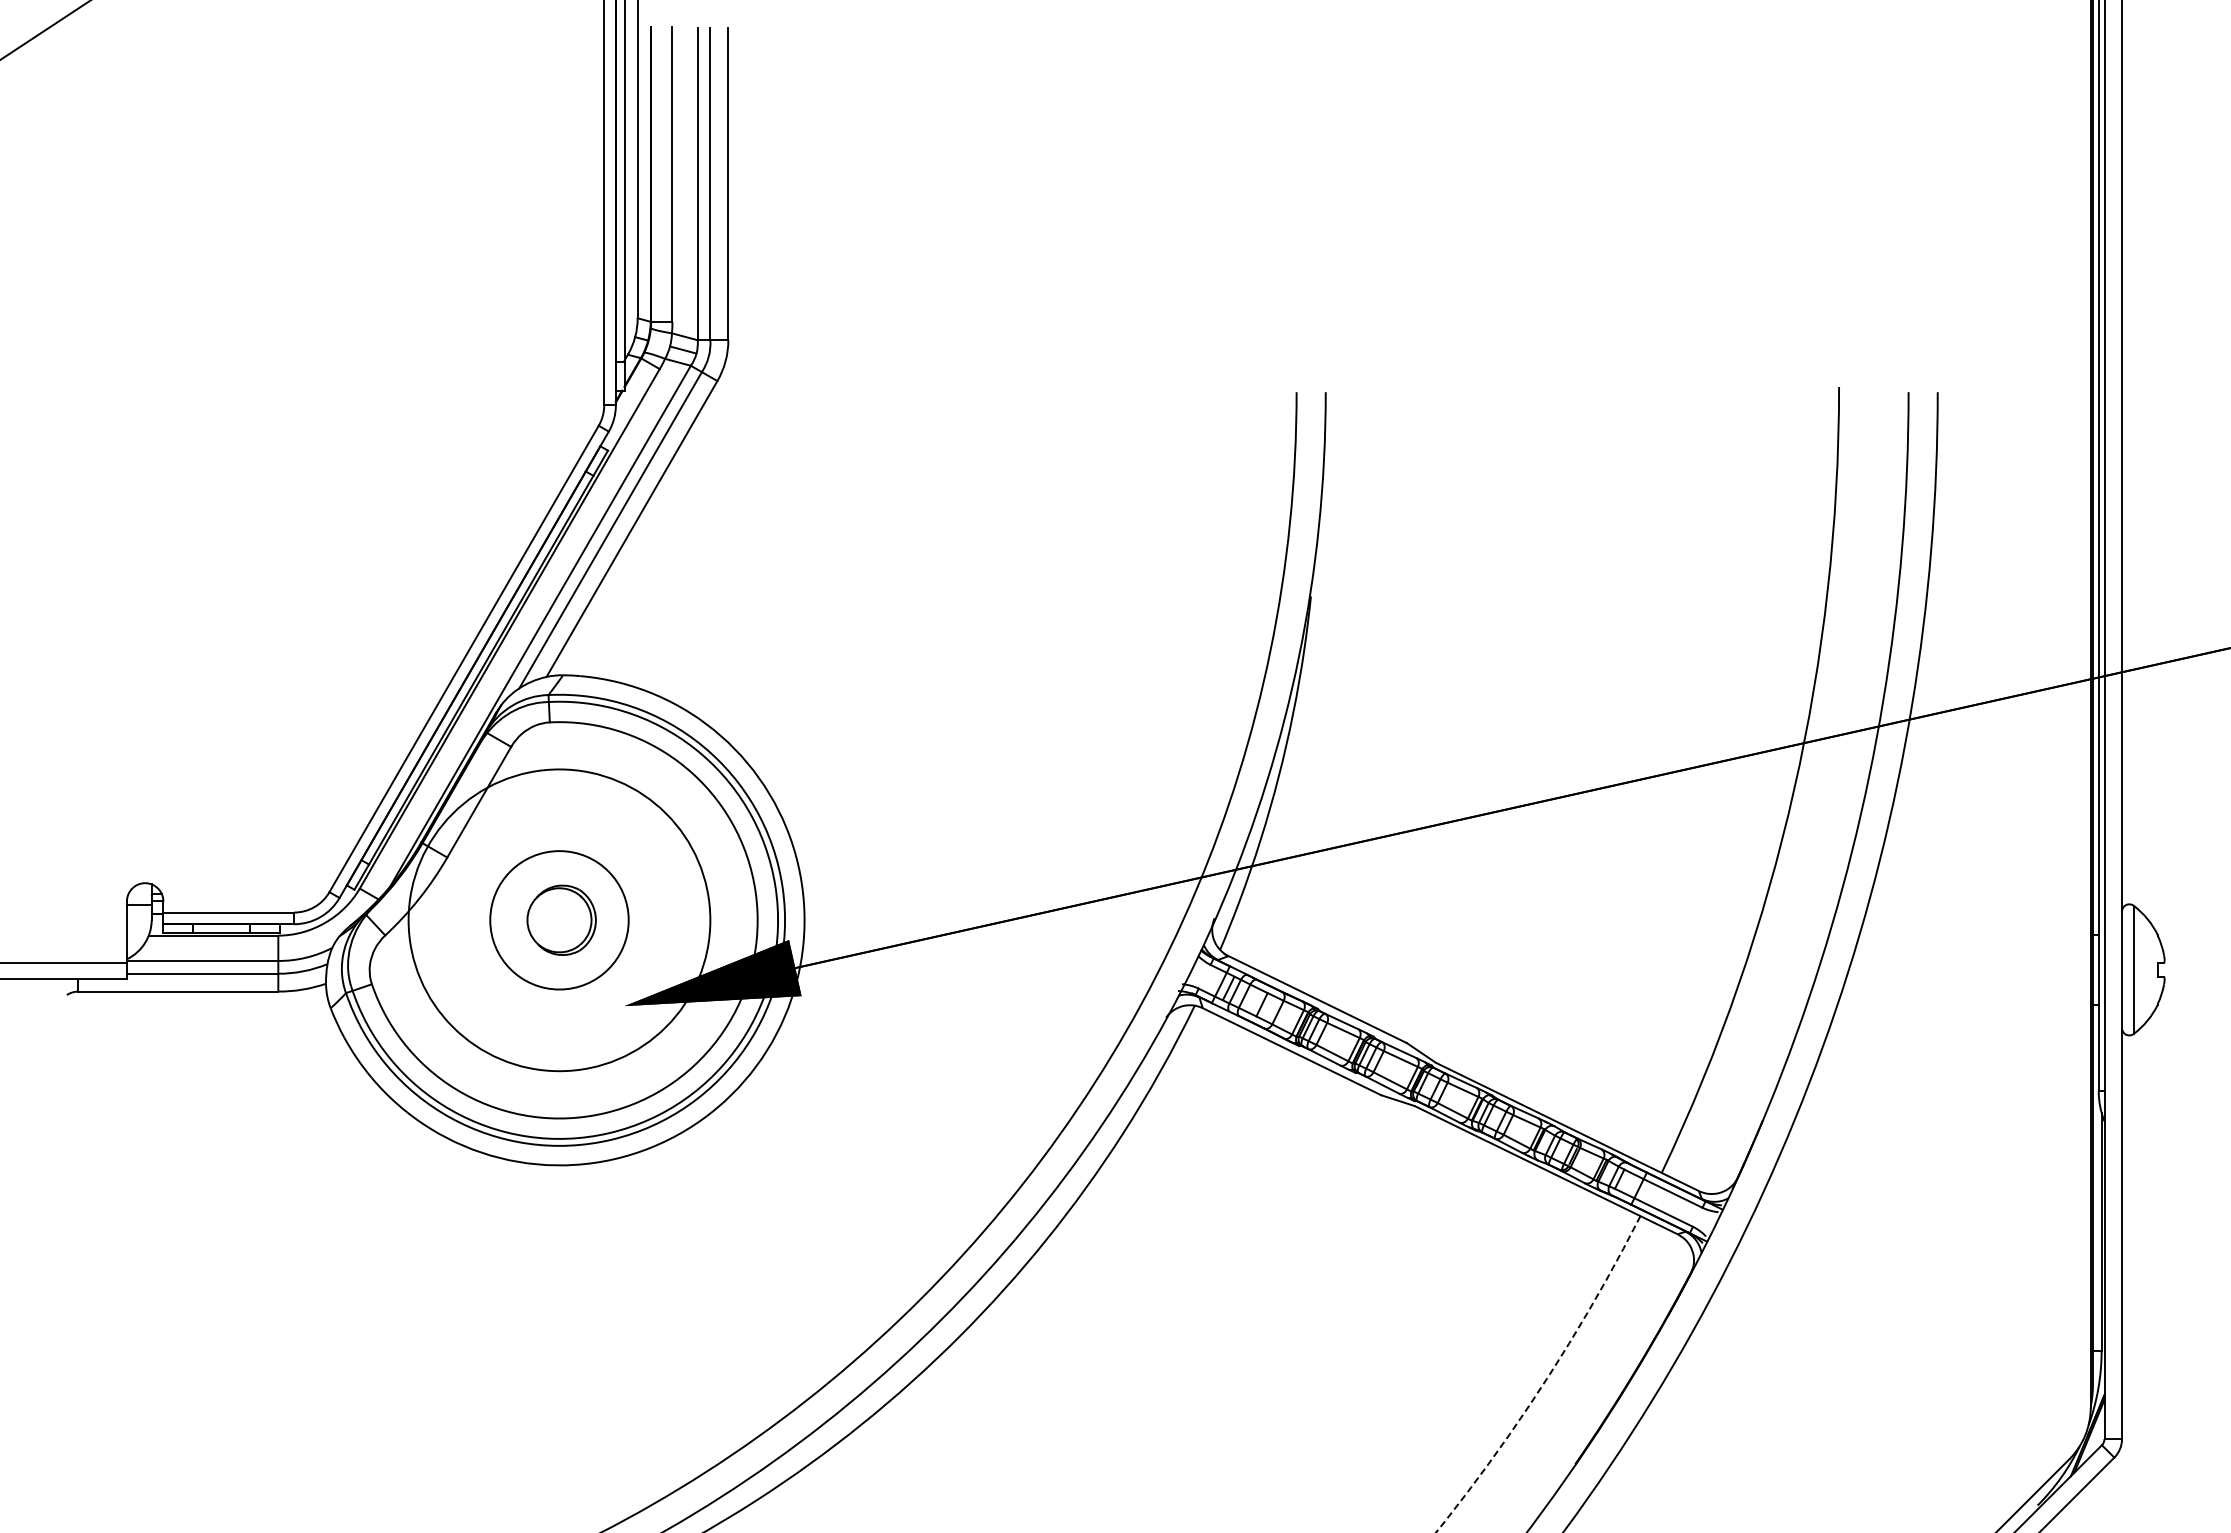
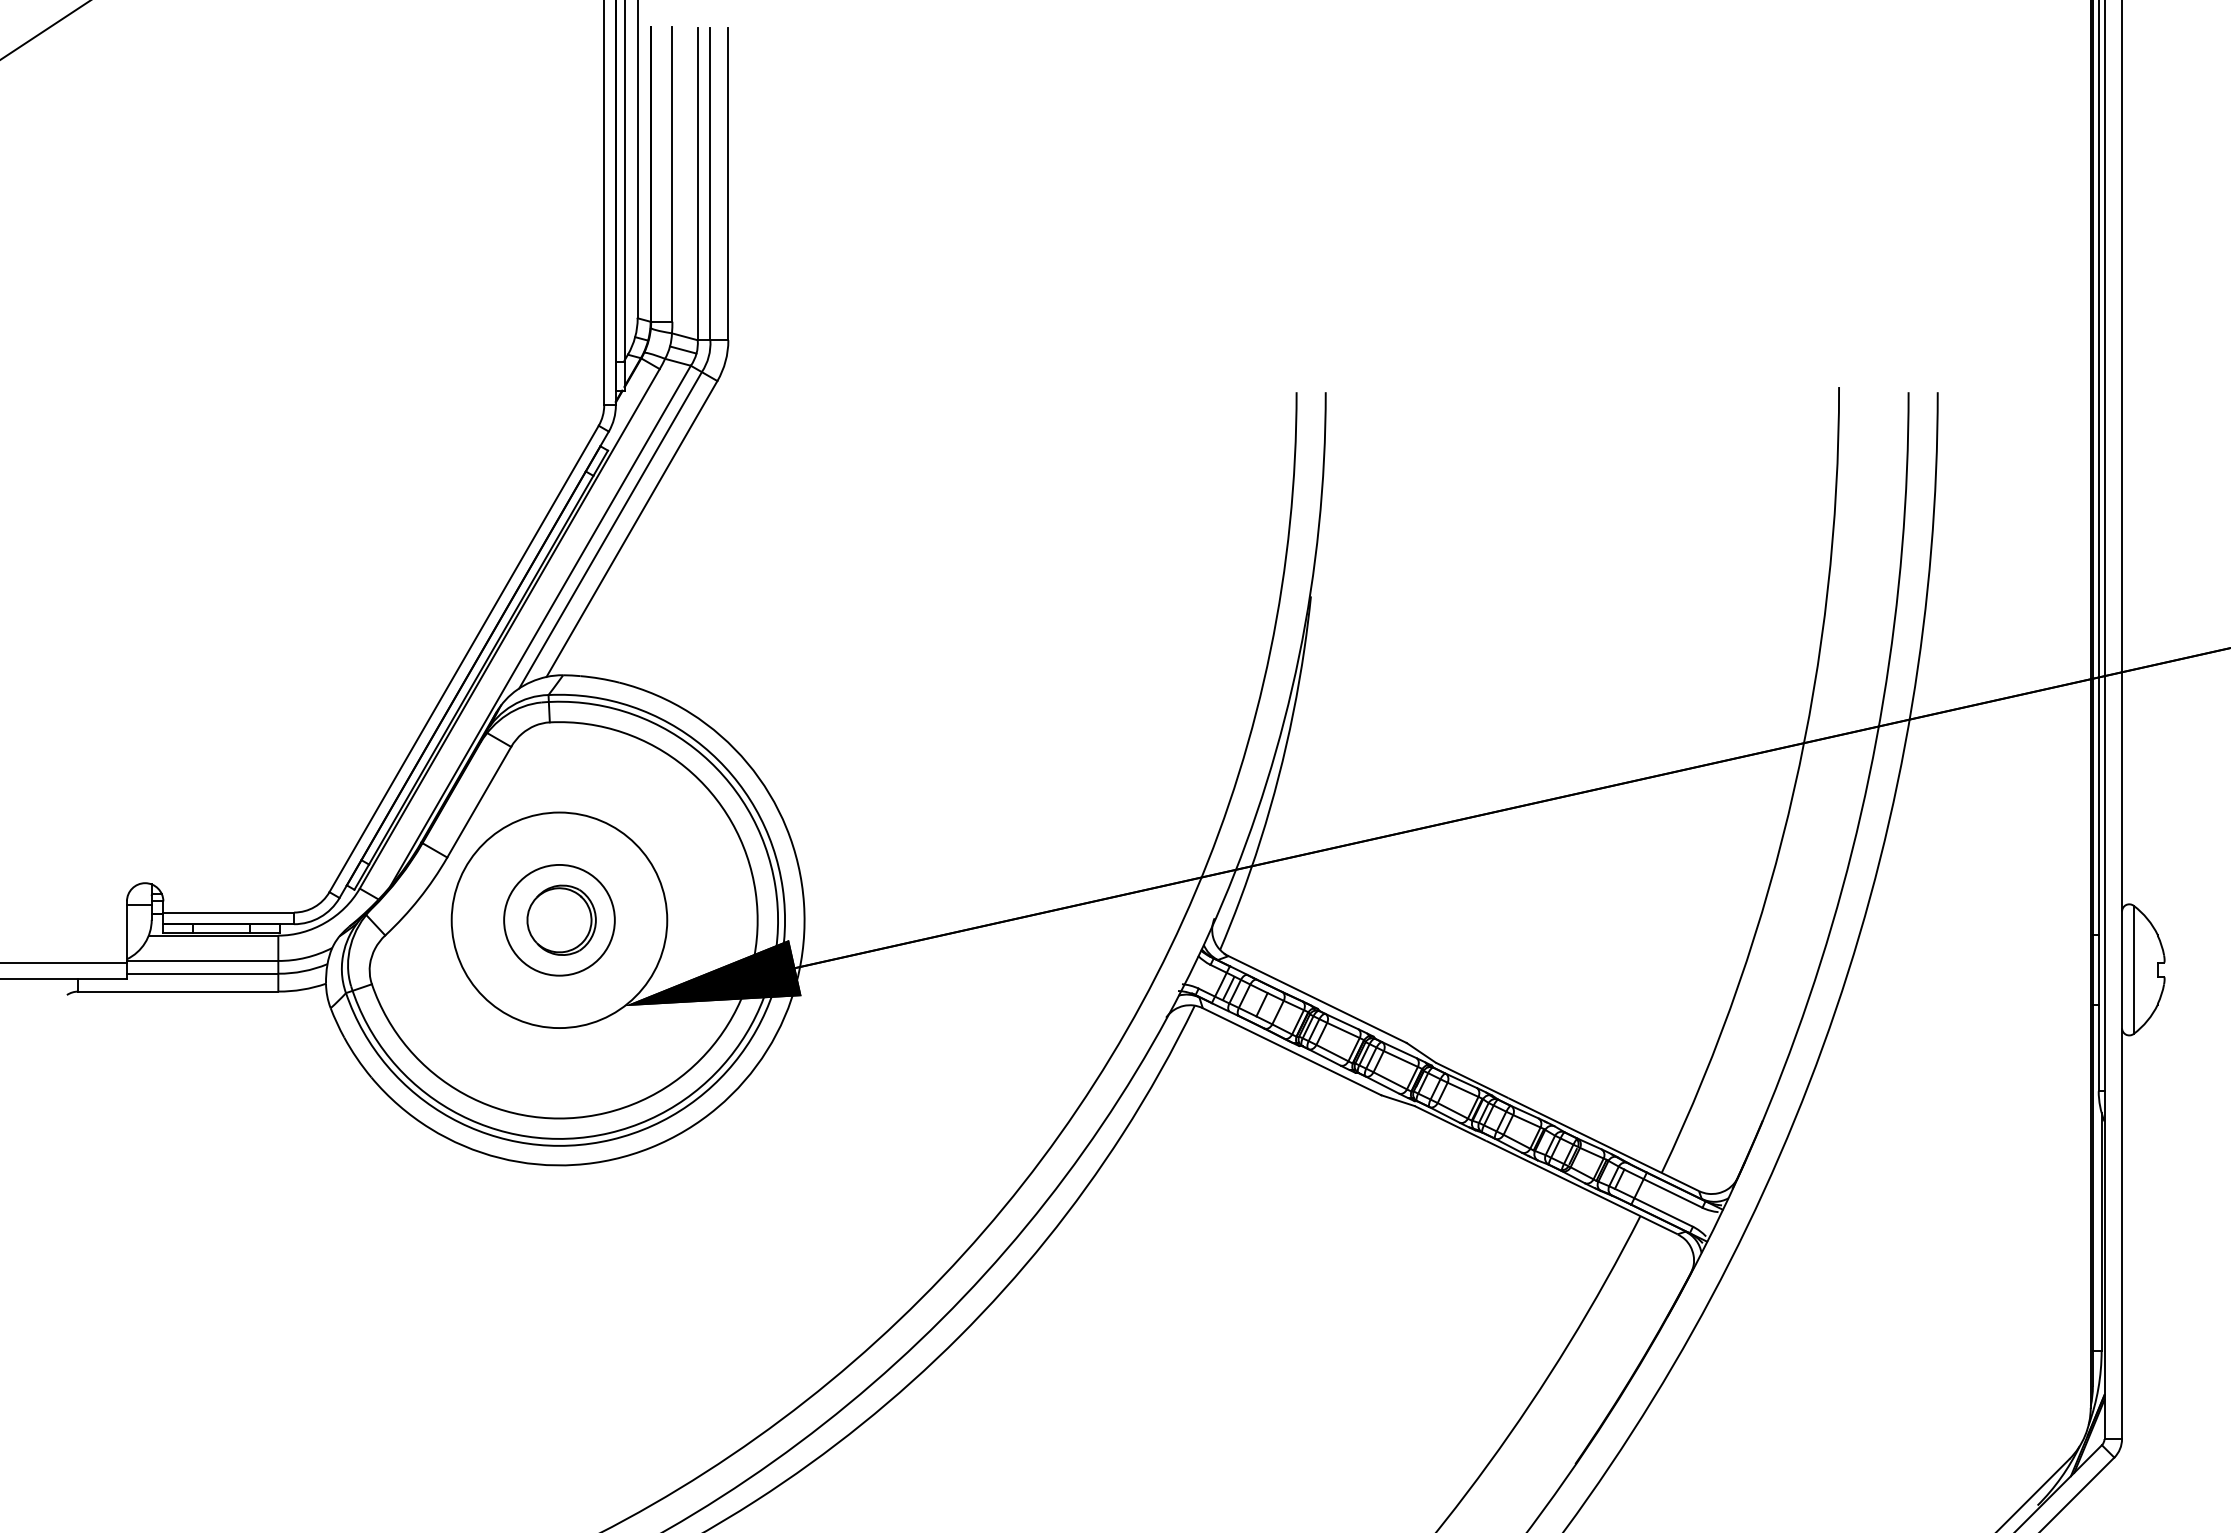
circle at (559, 920) diameter: 138 px -> 111 px
circle at (559, 920) diameter: 302 px -> 216 px
arc at (1546, 1379): dashed -> solid
